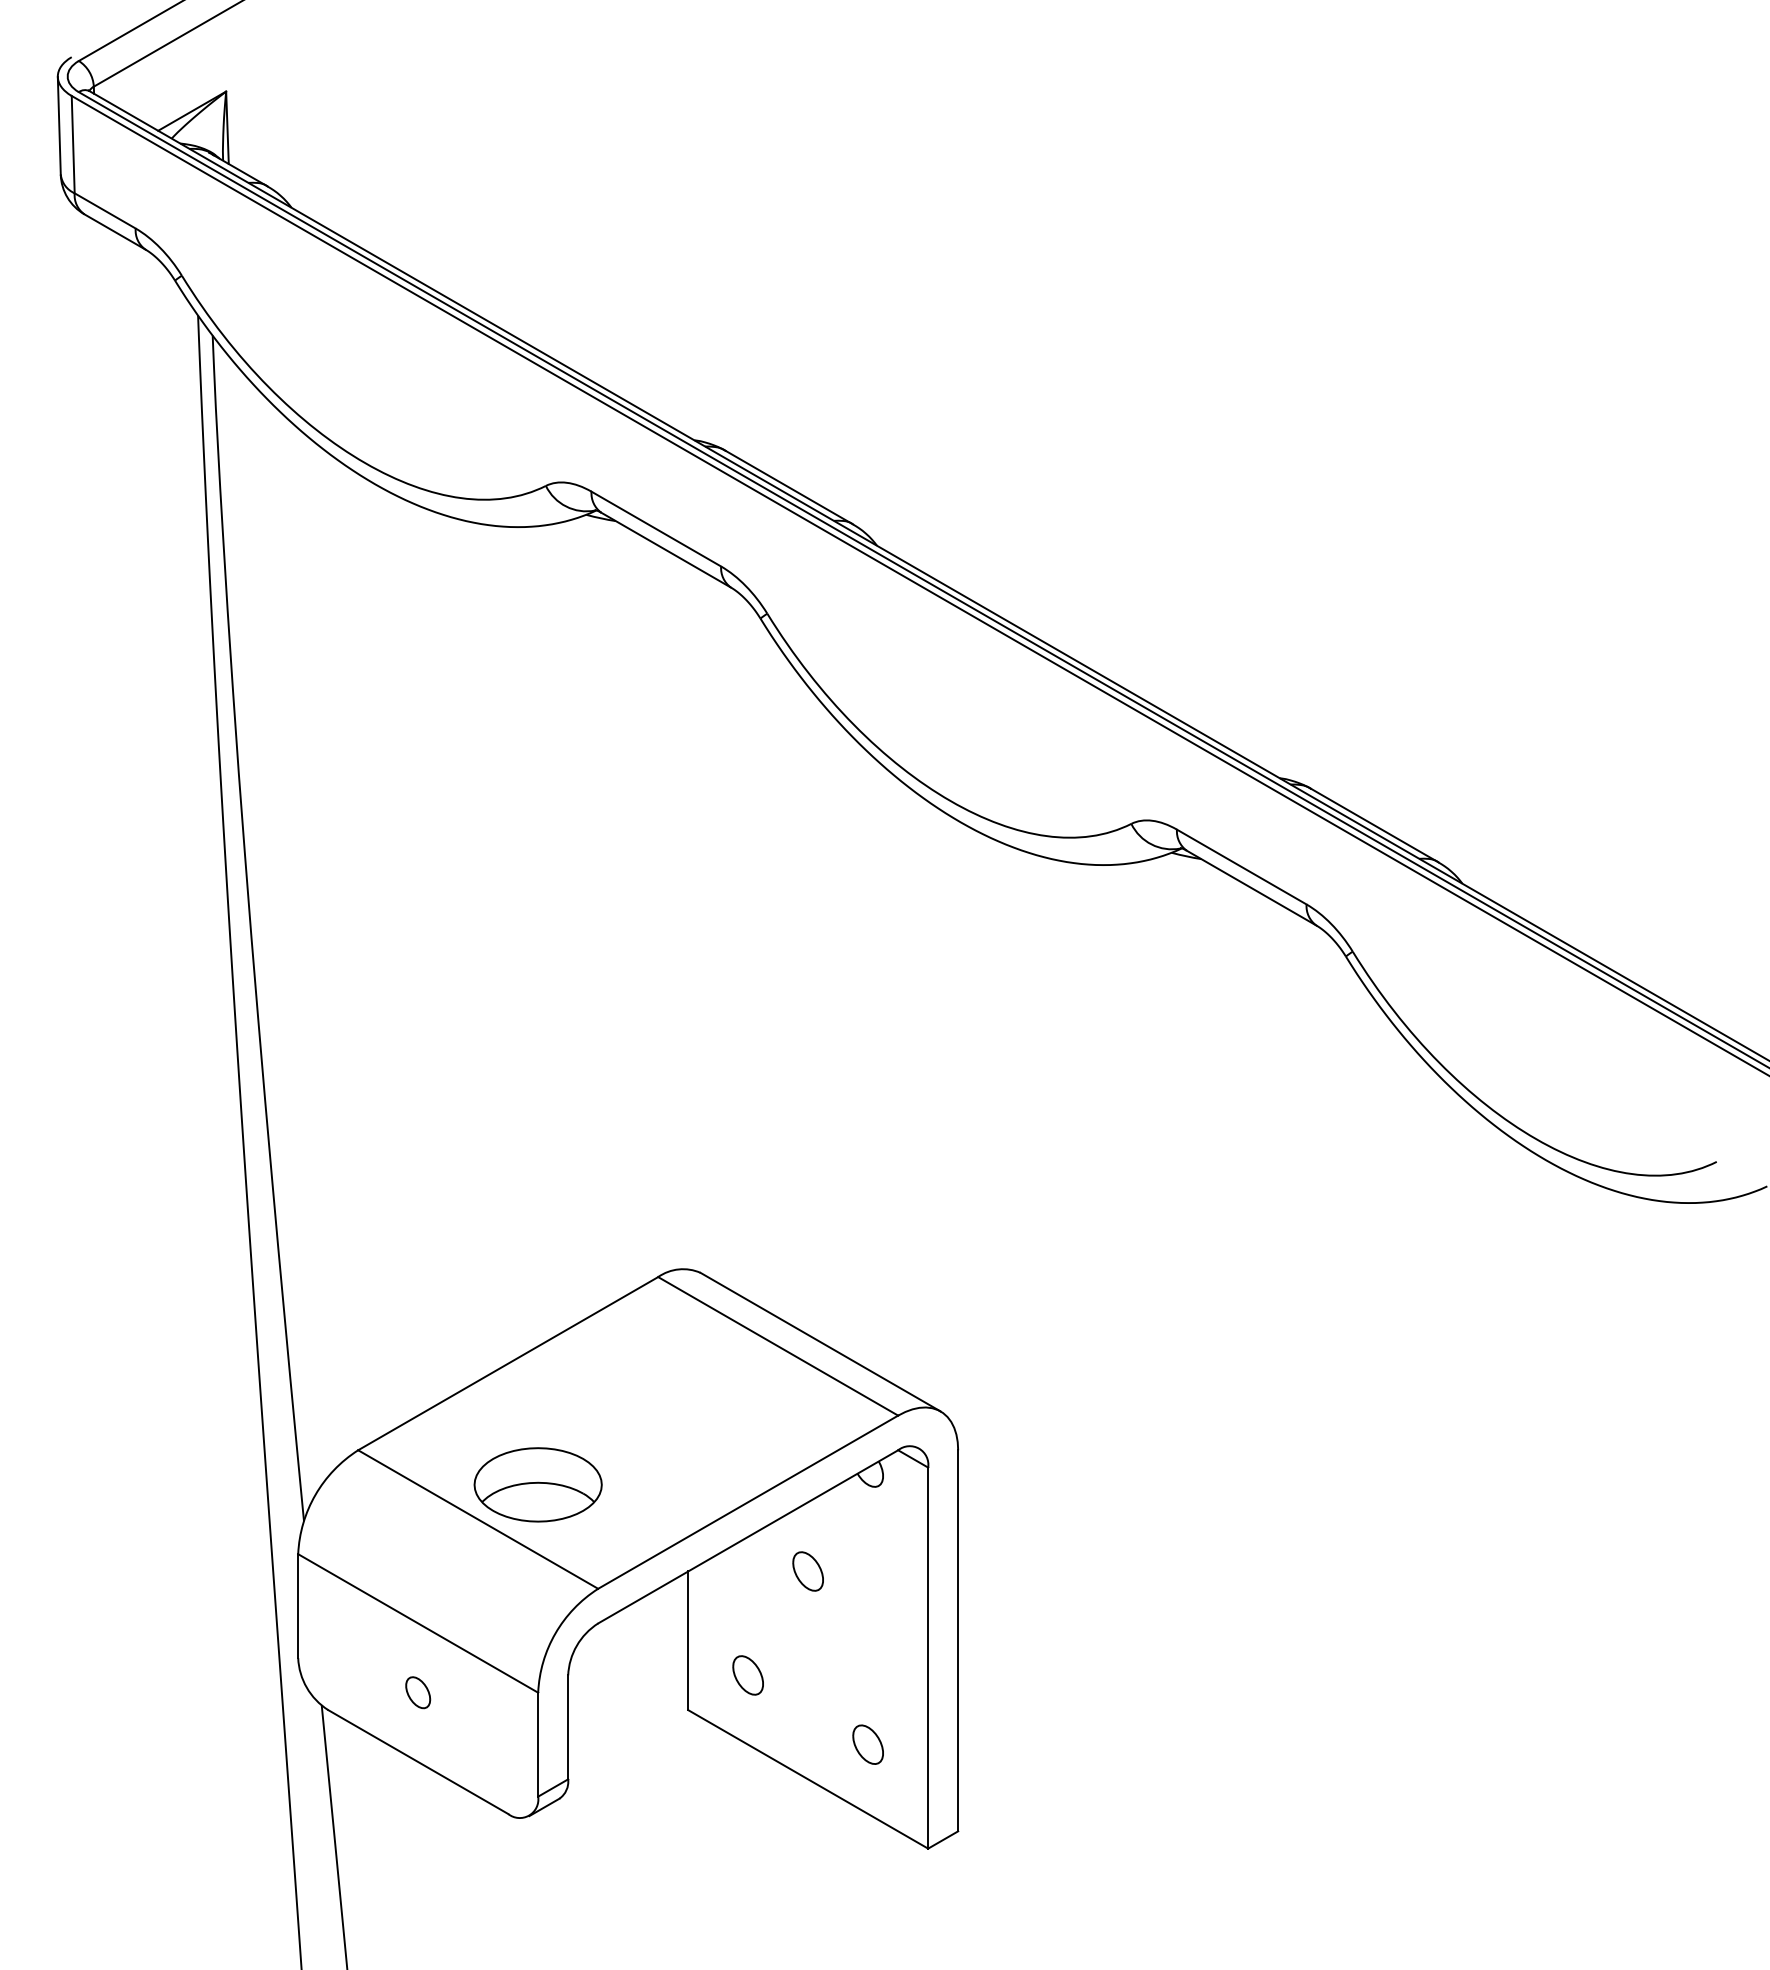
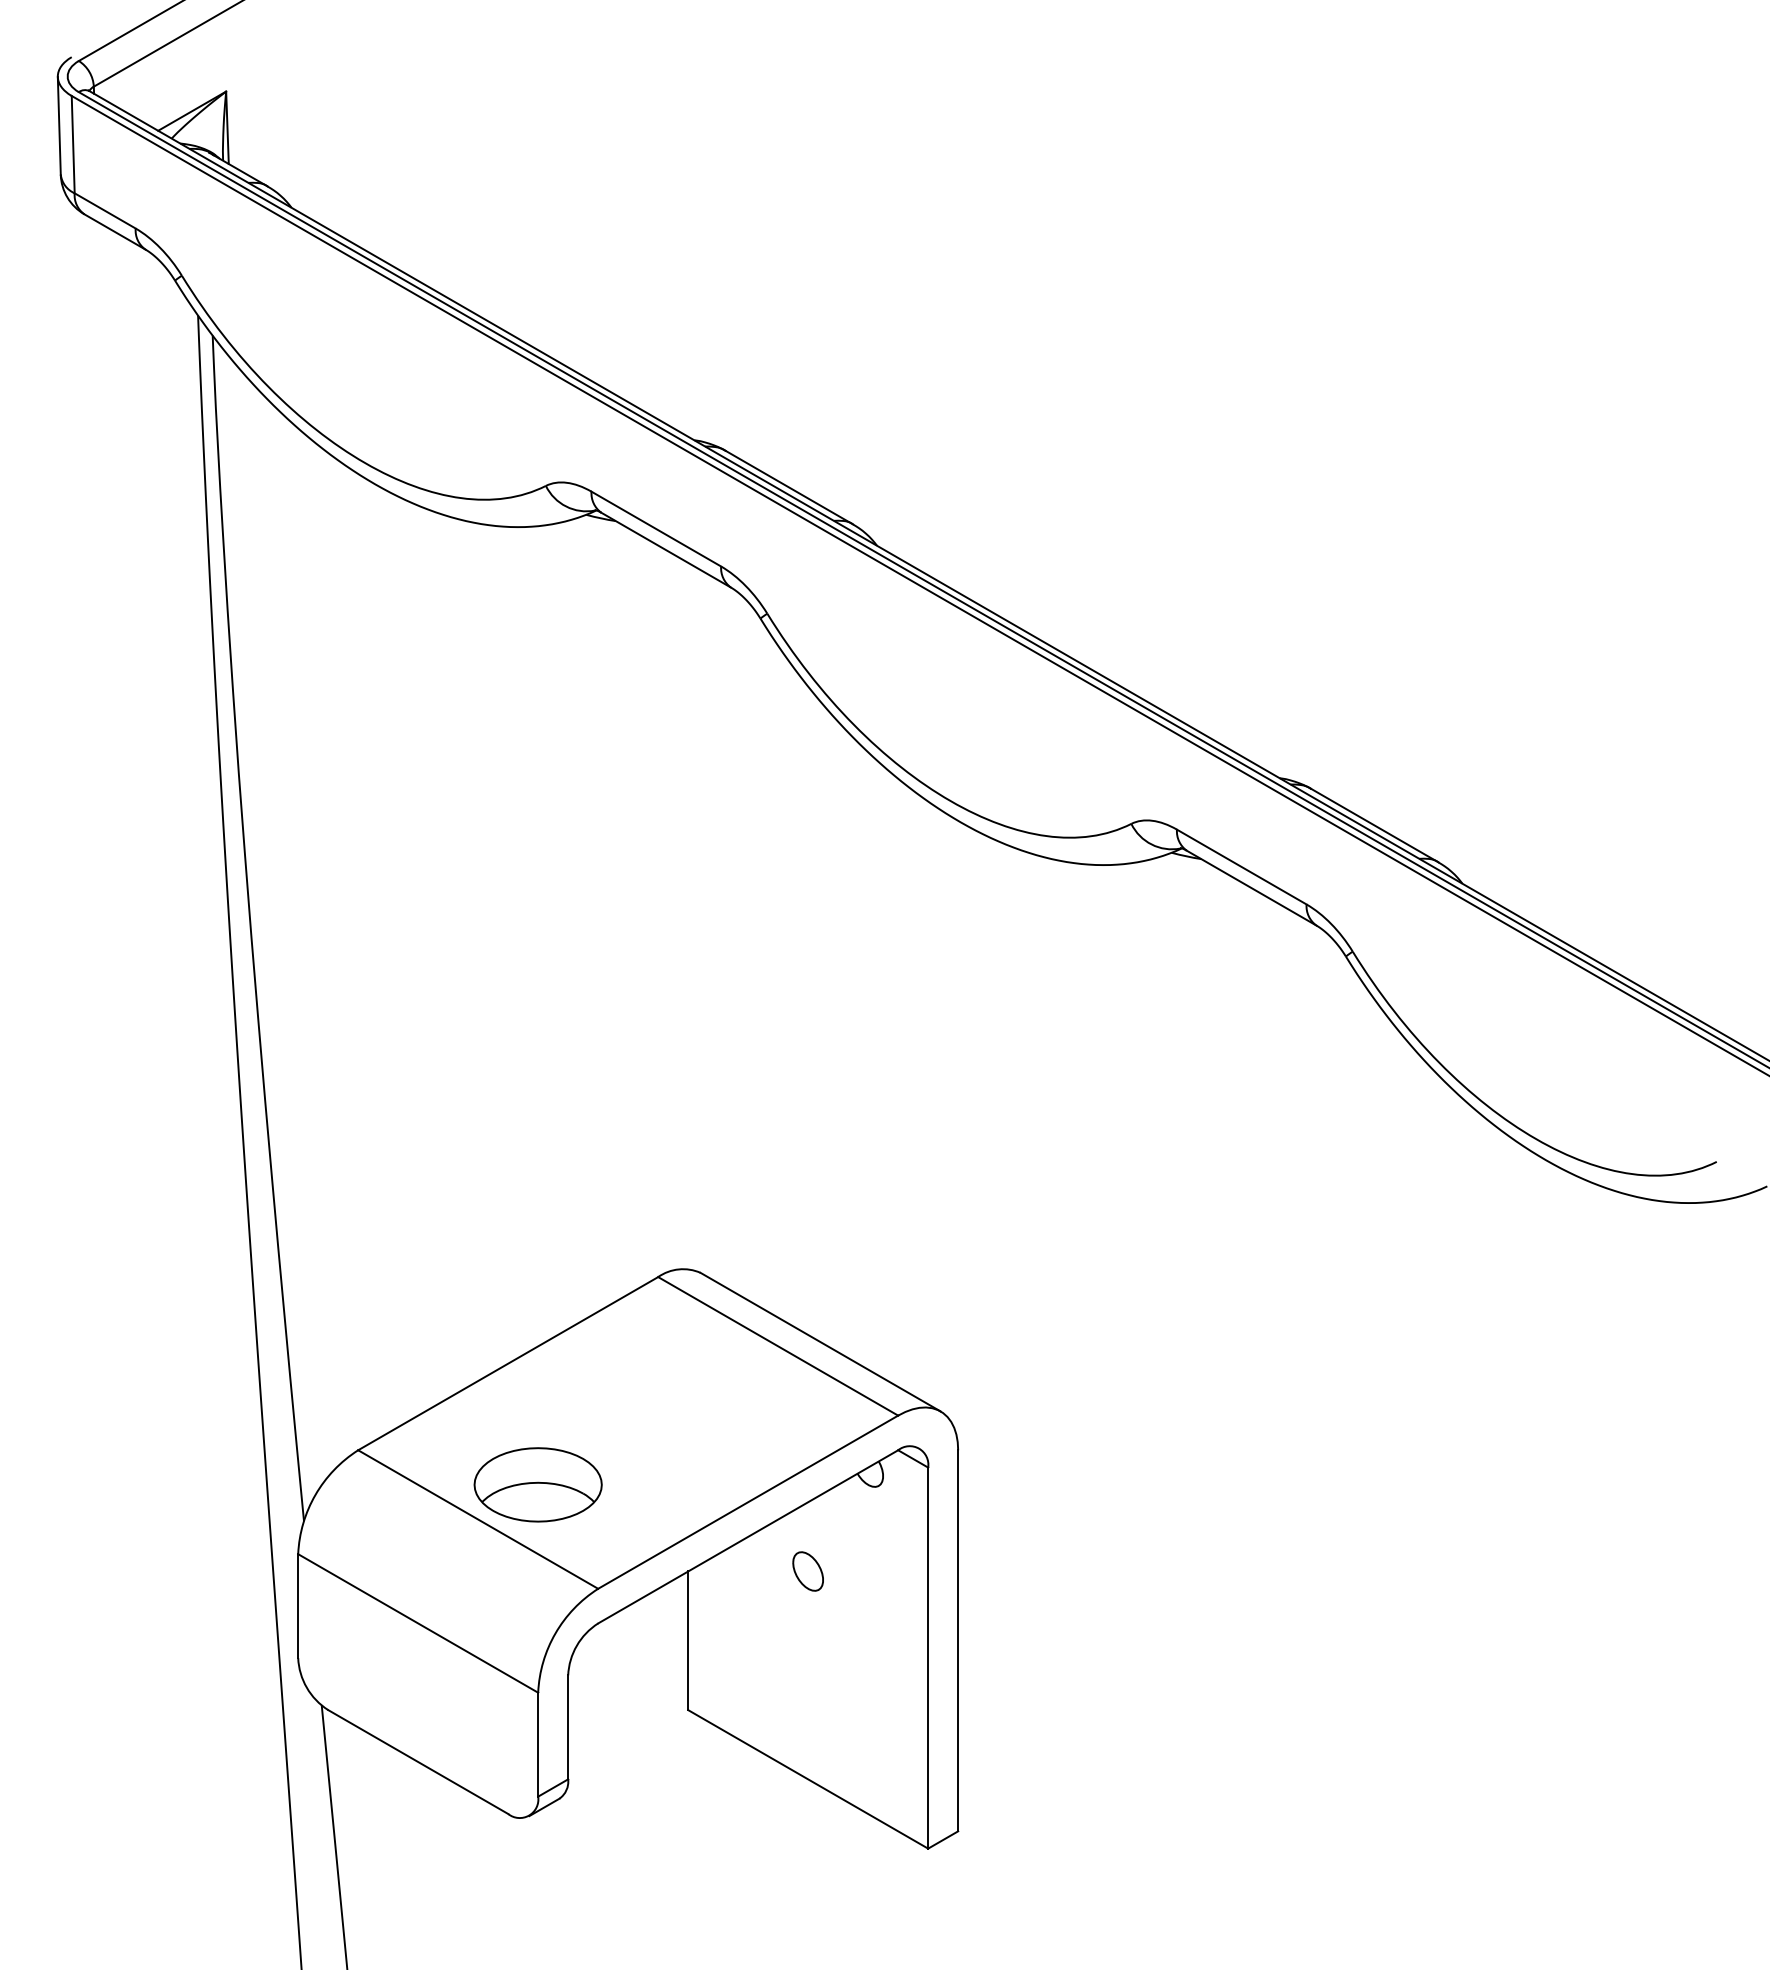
part at (747, 1675): present -> none
part at (418, 1692): present -> none
part at (867, 1744): present -> none
